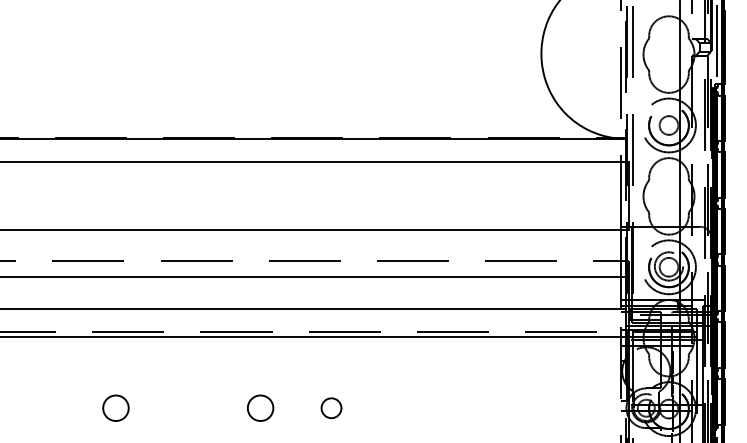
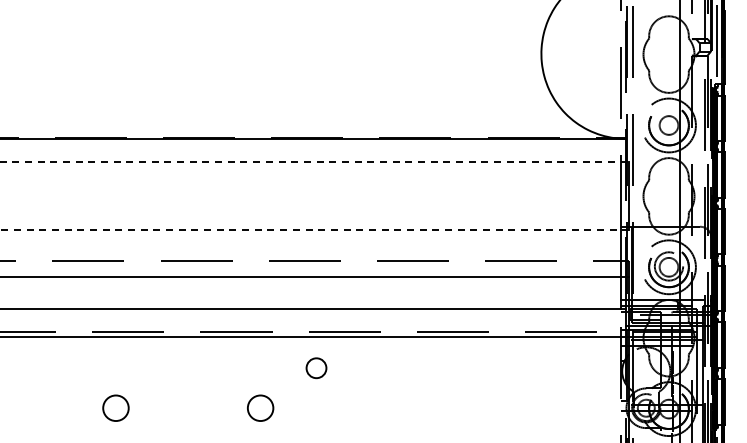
line at (315, 161): solid -> dashed
line at (314, 229): solid -> dashed
circle at (331, 408) position: (331, 408) -> (316, 368)
